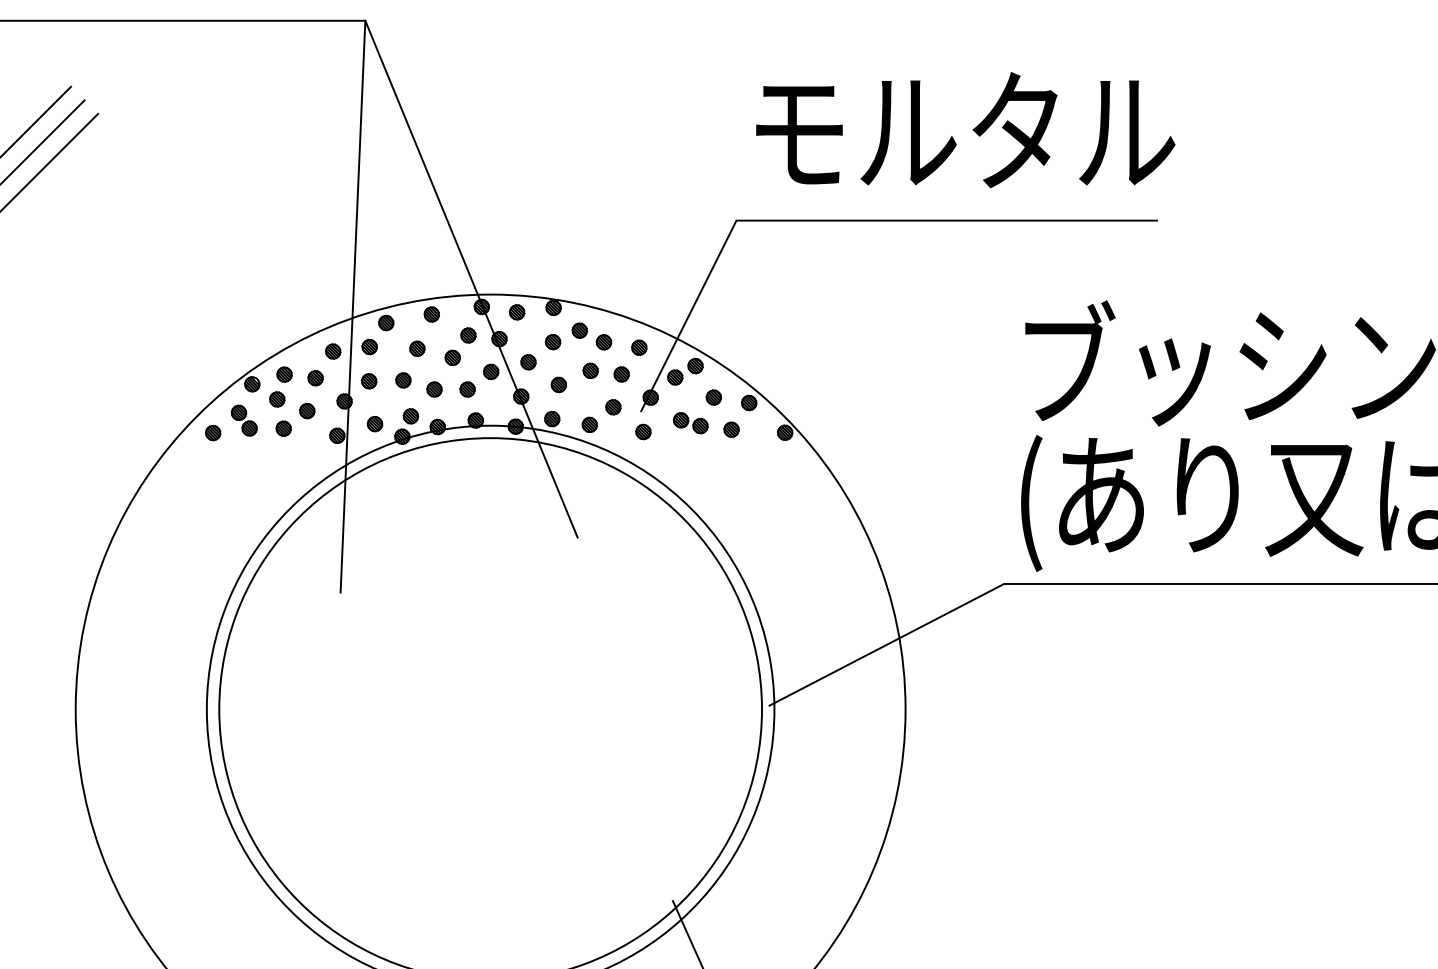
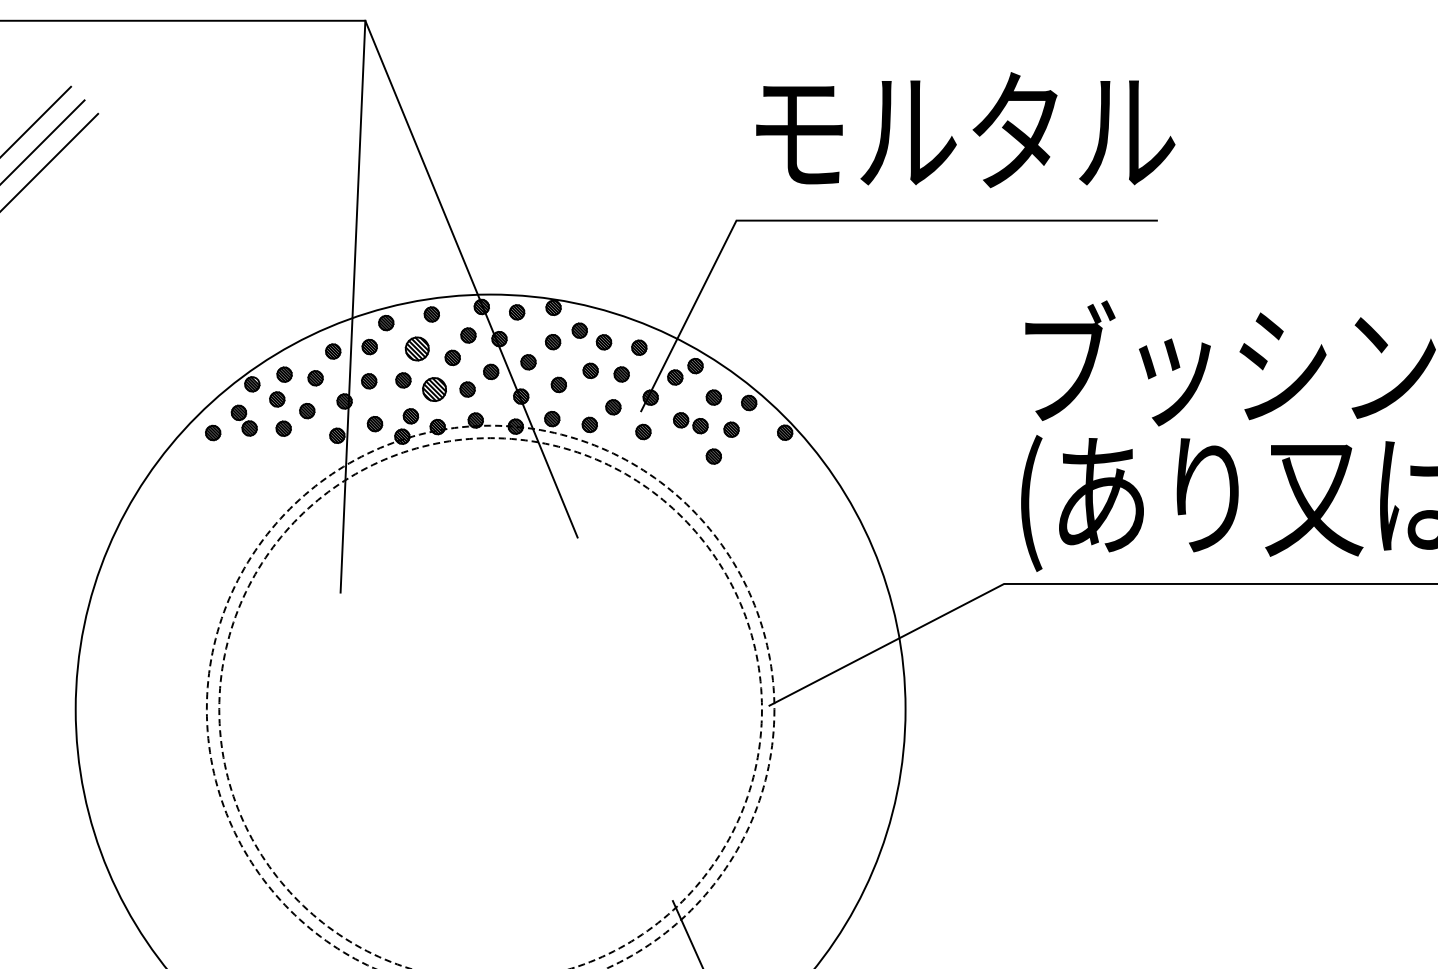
part at (417, 348) size: 17x17 px -> 26x26 px
part at (434, 389) size: 17x17 px -> 25x25 px
part at (713, 456): none -> present
circle at (490, 696): solid -> dashed
circle at (490, 703): solid -> dashed
